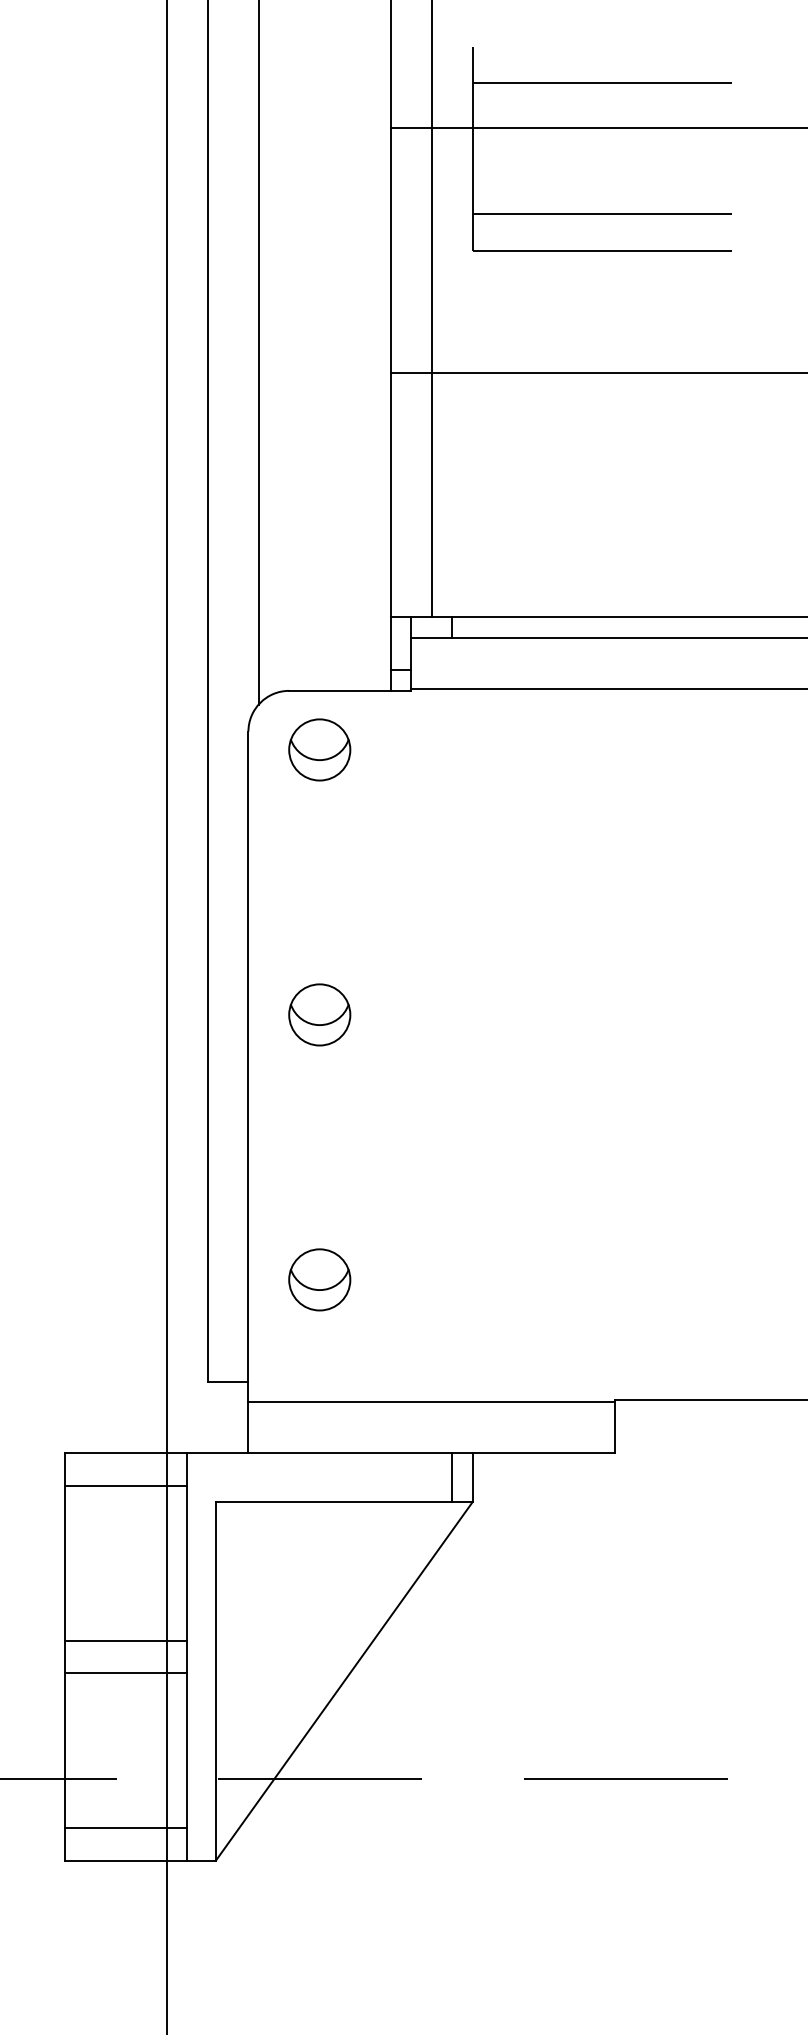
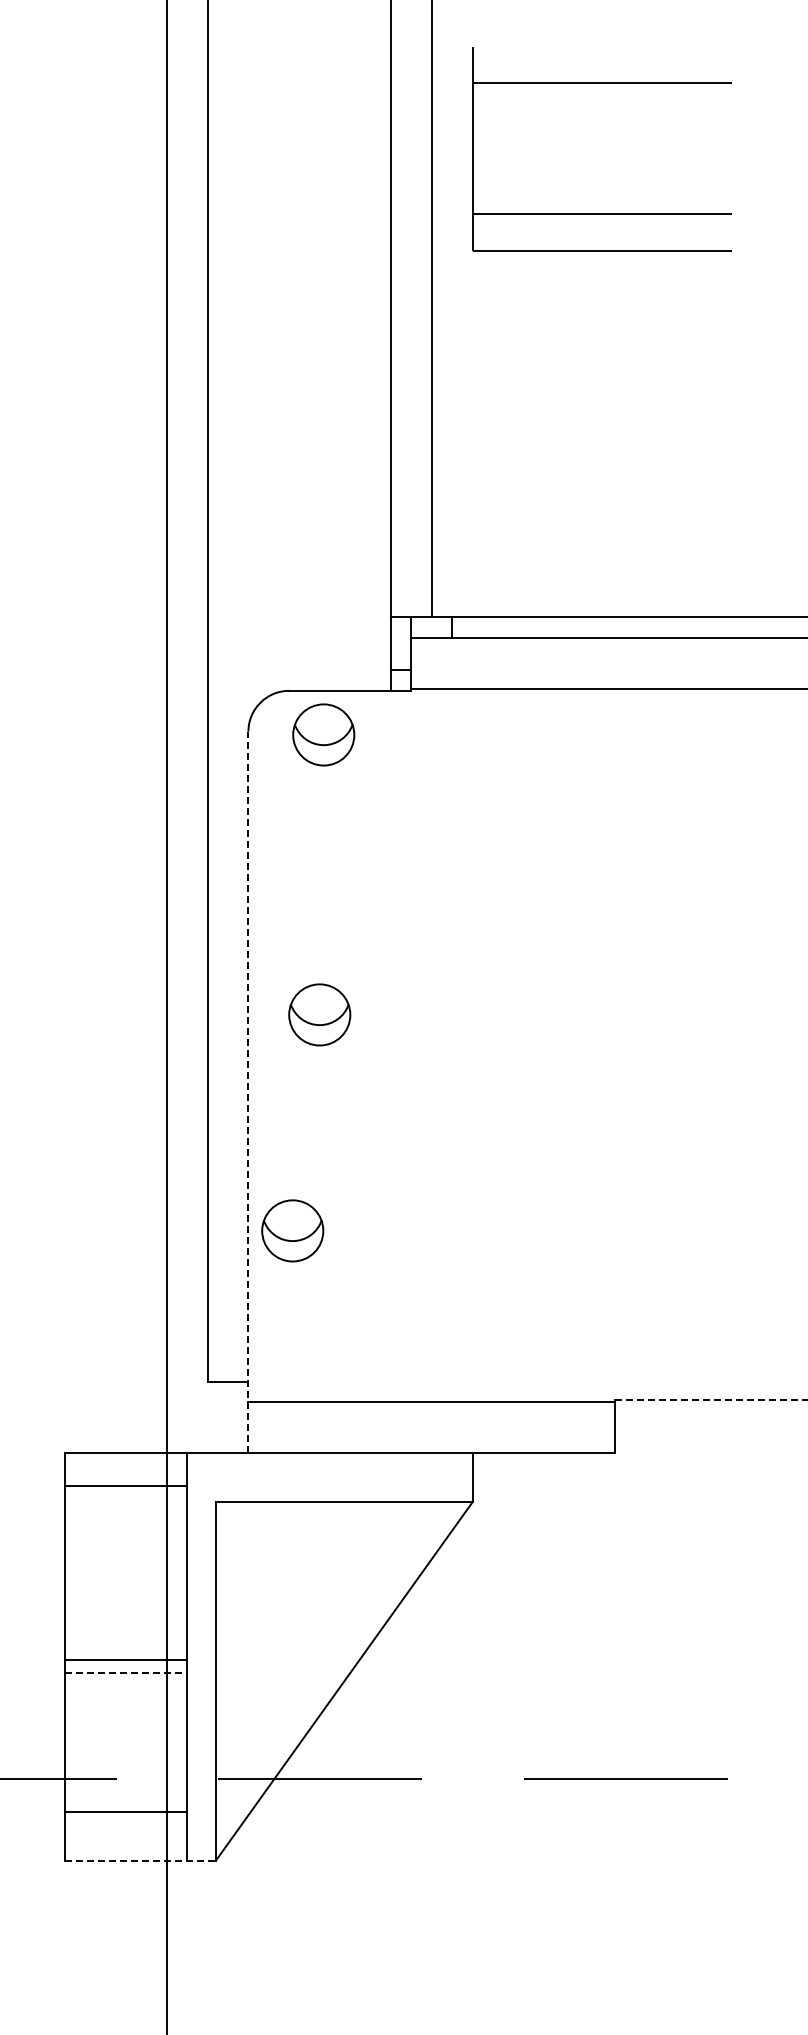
line at (597, 128): present -> none
line at (258, 353): present -> none
line at (597, 372): present -> none
part at (319, 749) position: (319, 749) -> (323, 734)
line at (248, 1092): solid -> dashed
part at (319, 1279) position: (319, 1279) -> (292, 1230)
line at (711, 1400): solid -> dashed
line at (452, 1477): present -> none
line at (125, 1640) position: (125, 1640) -> (125, 1659)
line at (126, 1673): solid -> dashed
line at (125, 1828) position: (125, 1828) -> (125, 1812)
line at (140, 1860): solid -> dashed
